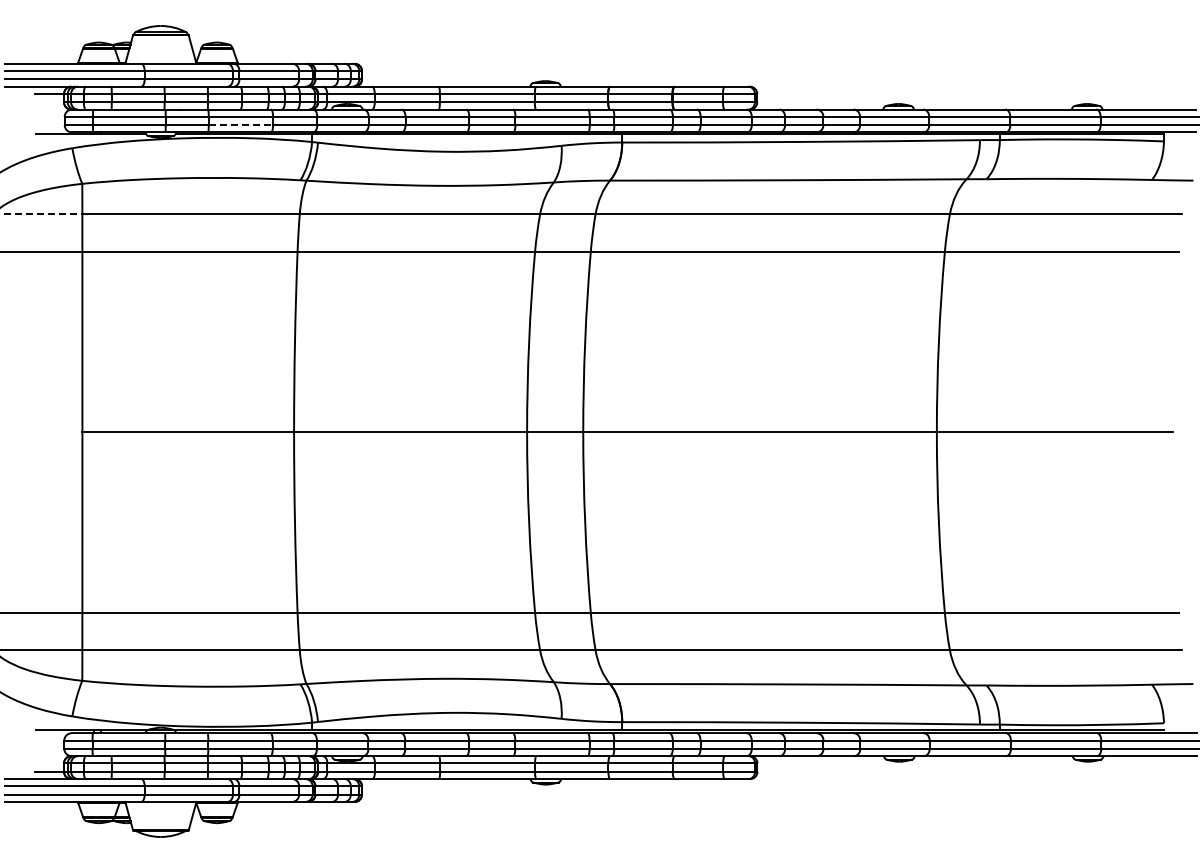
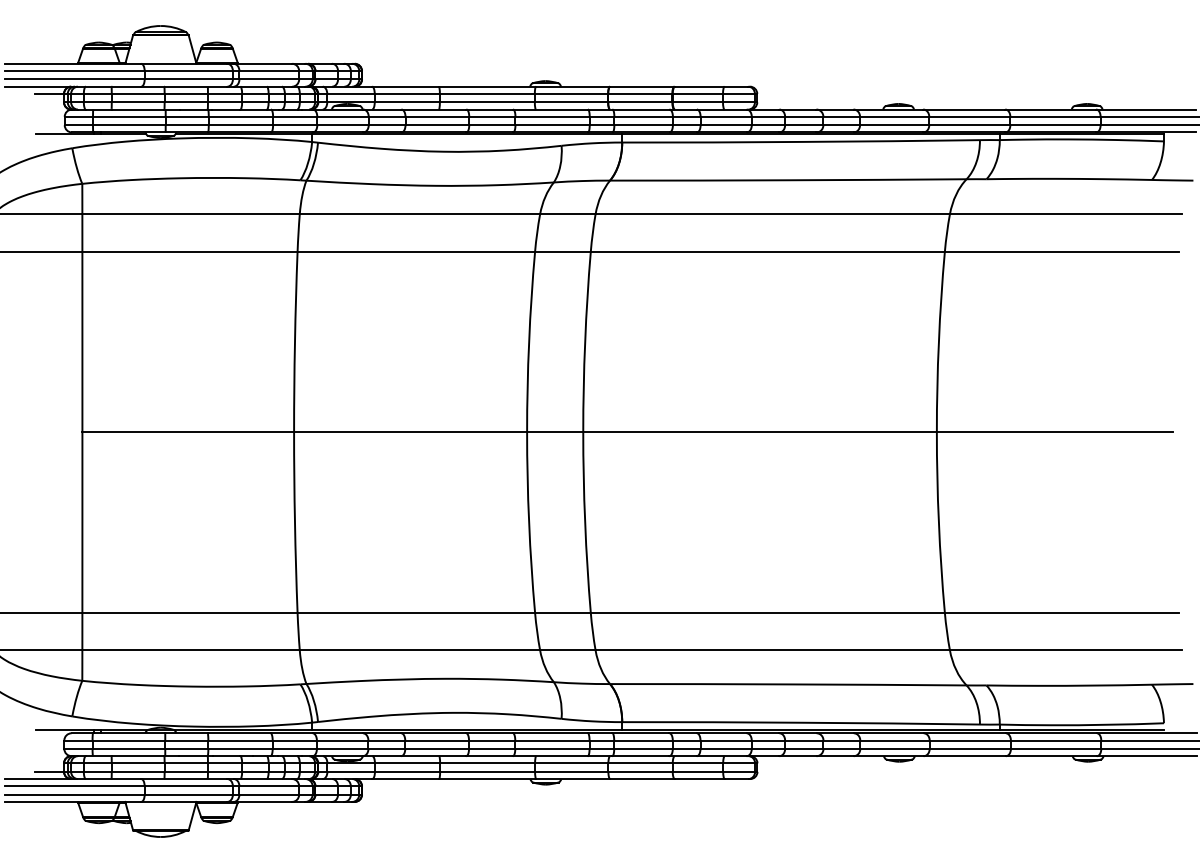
line at (241, 125): dashed -> solid
line at (41, 214): dashed -> solid
